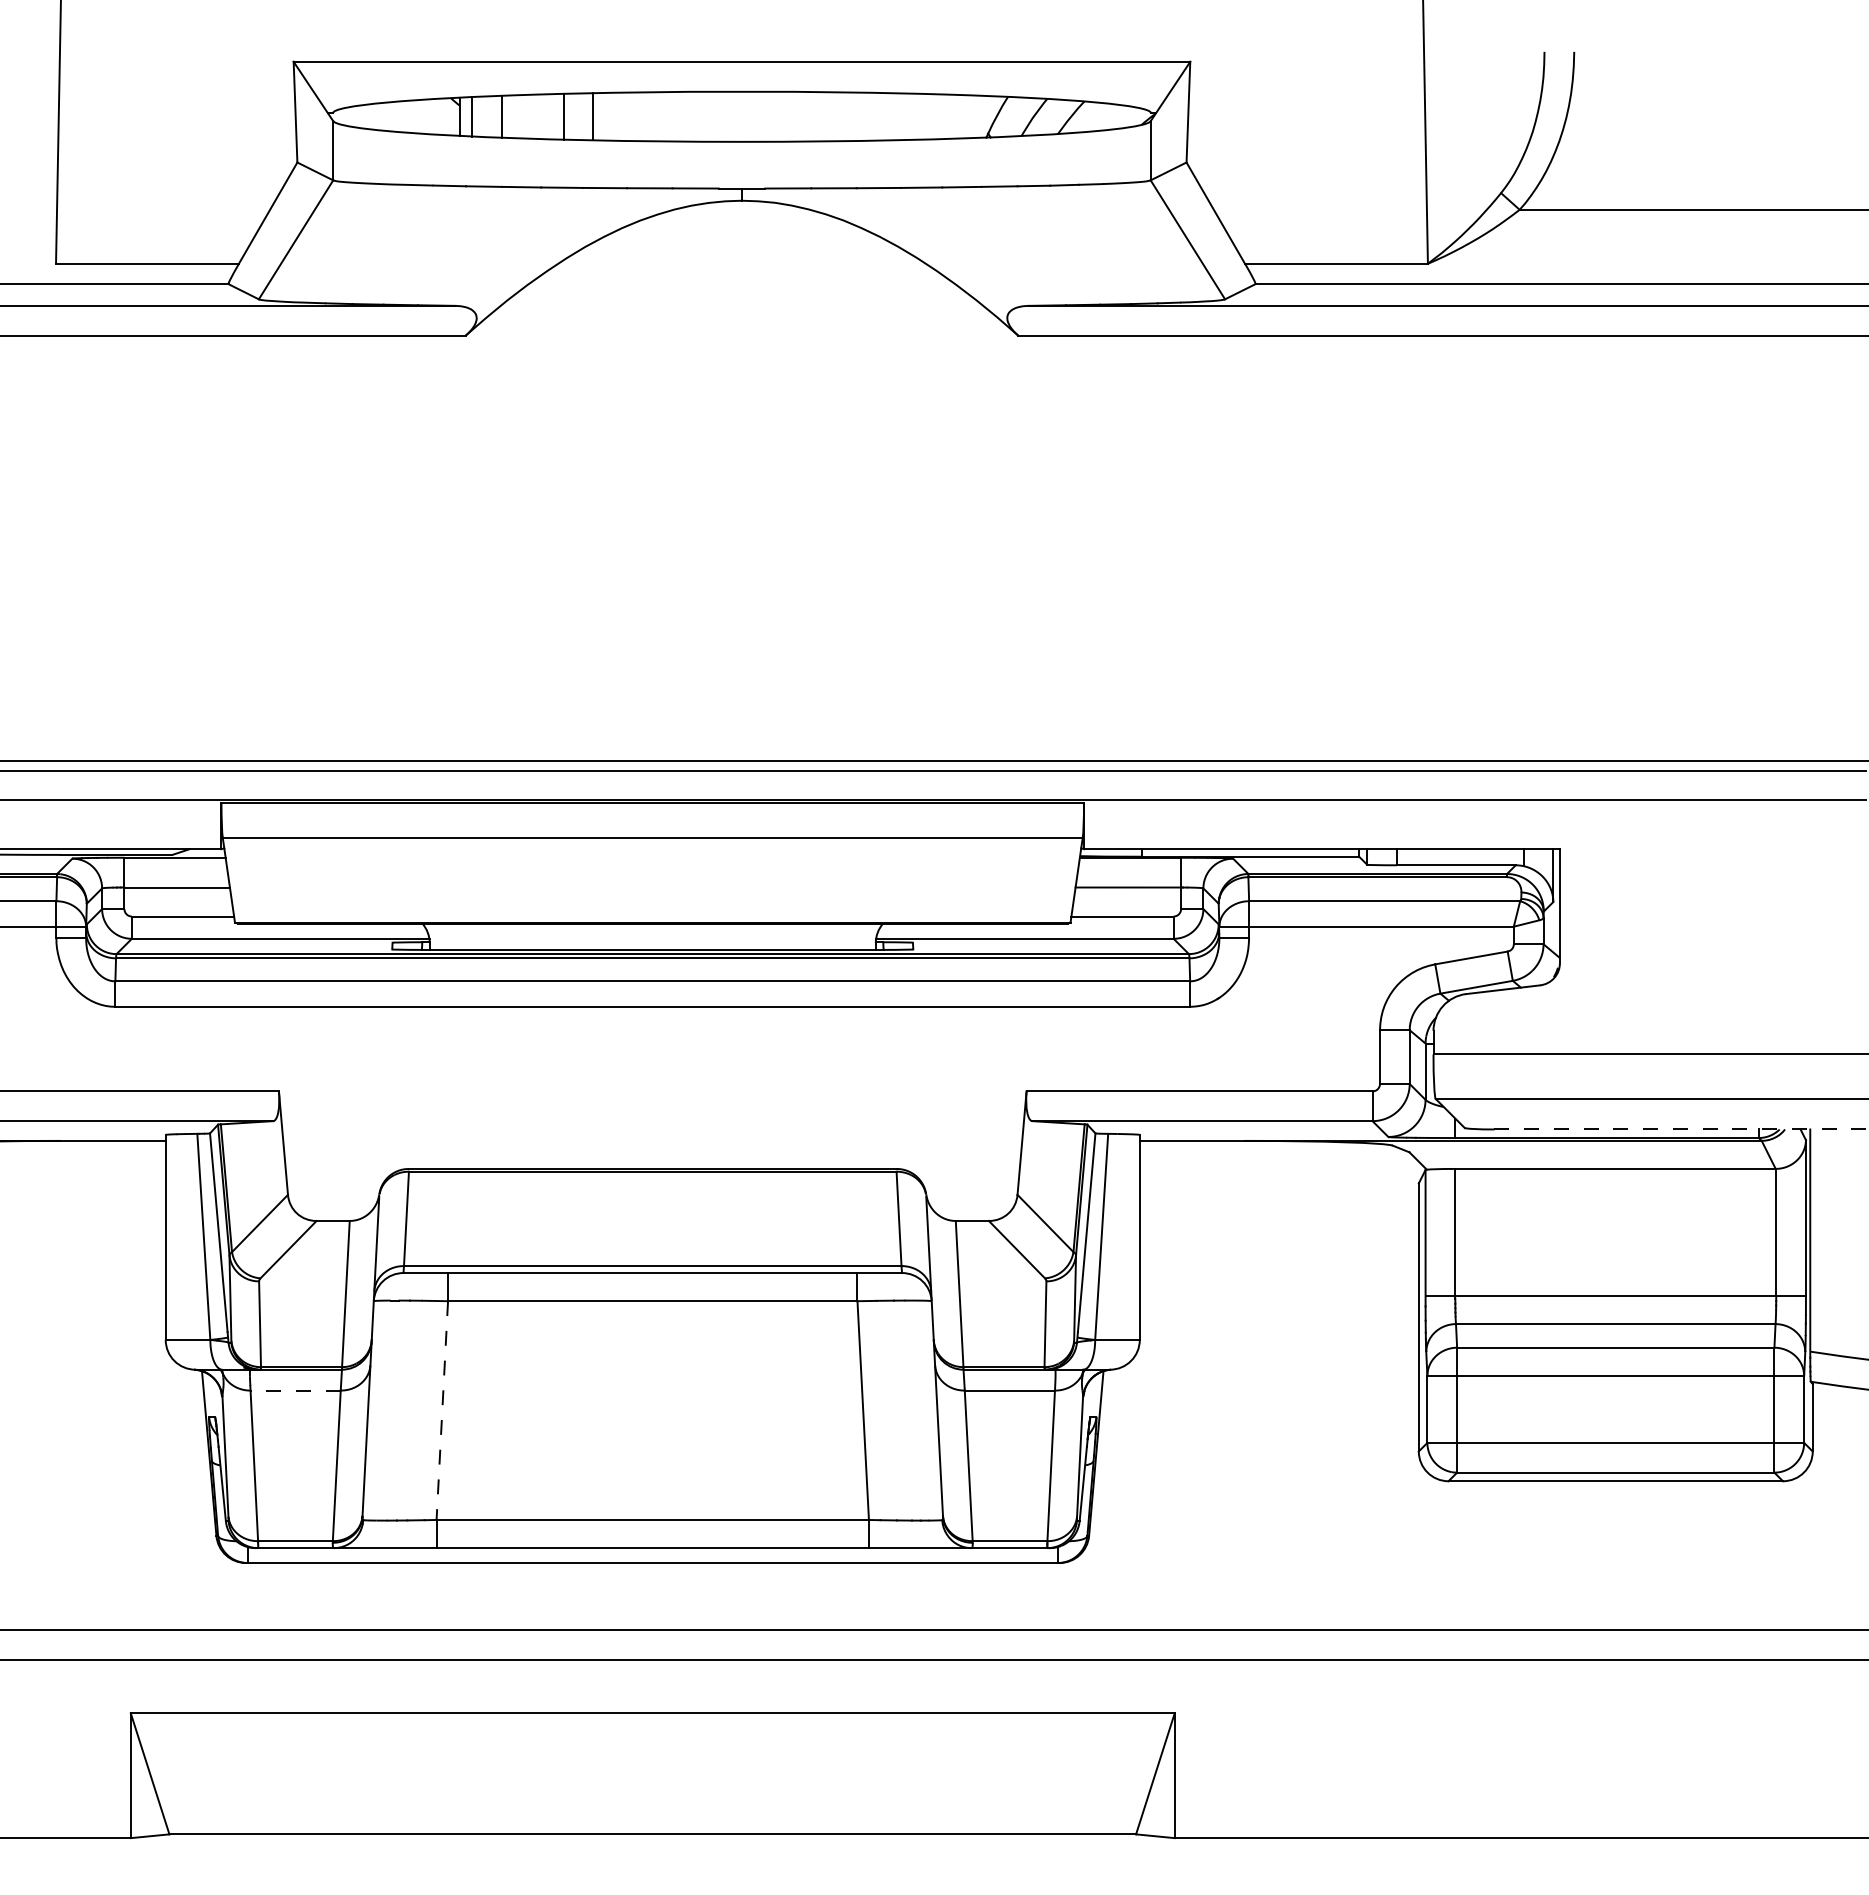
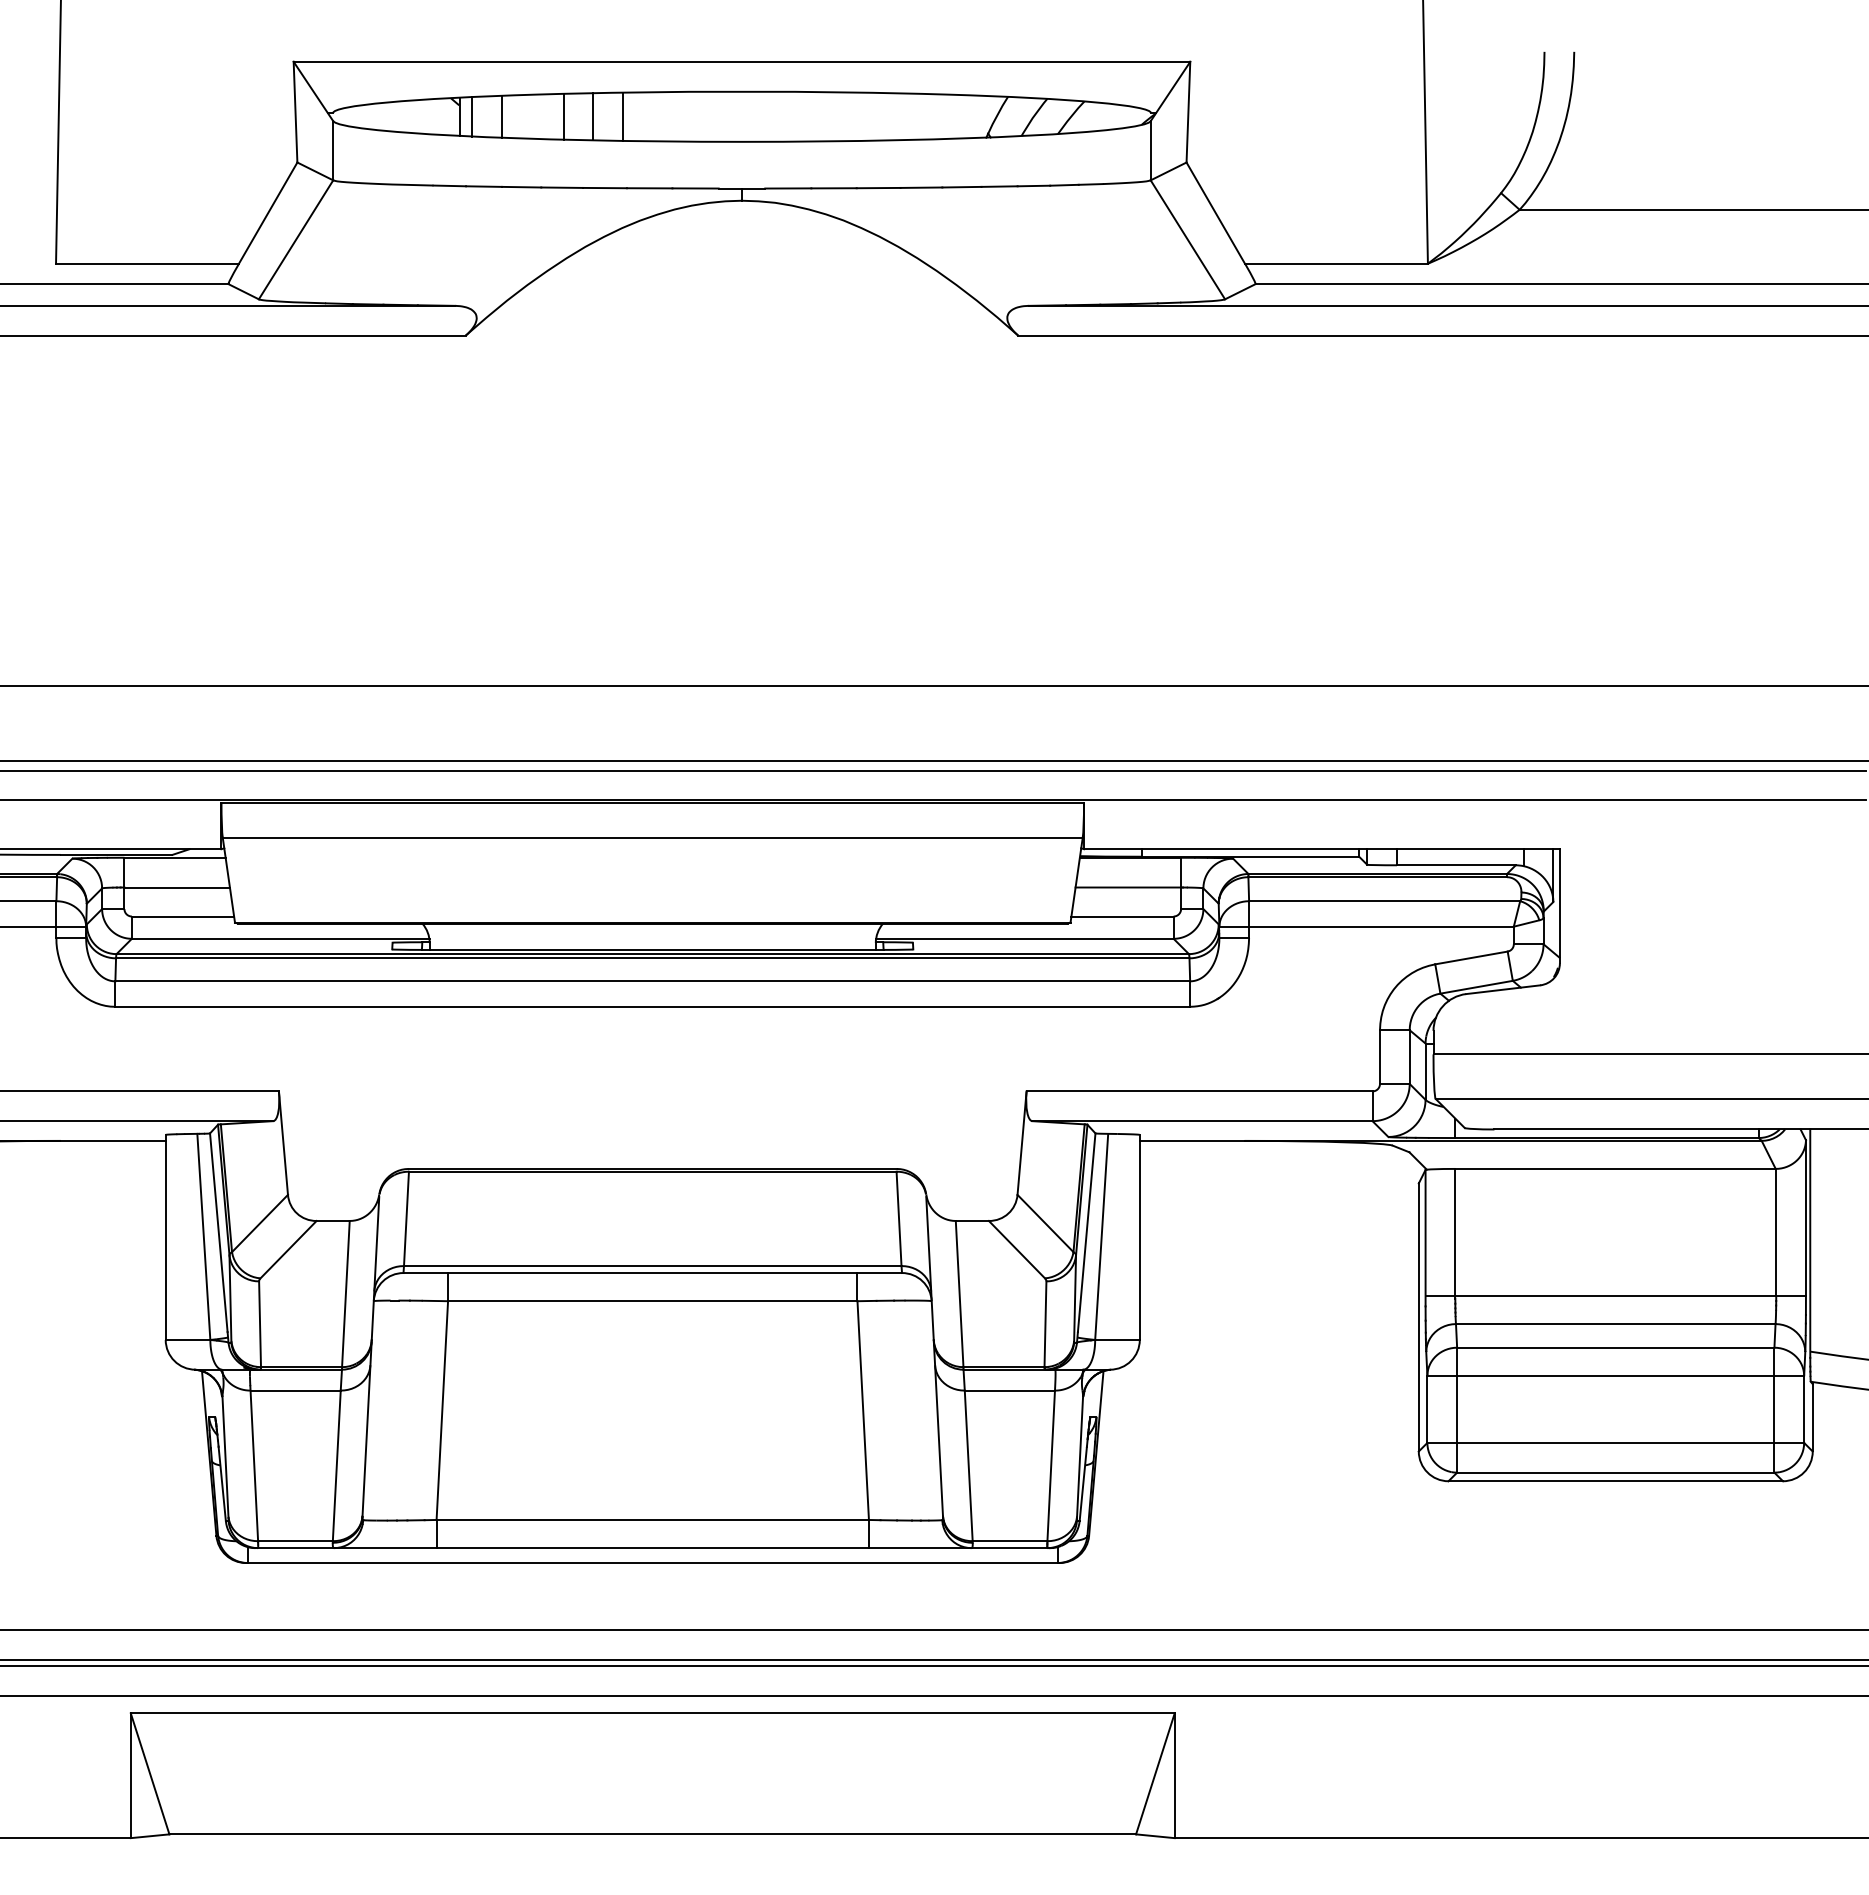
line at (623, 116): none -> present
line at (933, 686): none -> present
line at (1681, 1129): dashed -> solid
line at (295, 1390): dashed -> solid
line at (442, 1410): dashed -> solid
line at (933, 1665): none -> present
line at (933, 1695): none -> present
